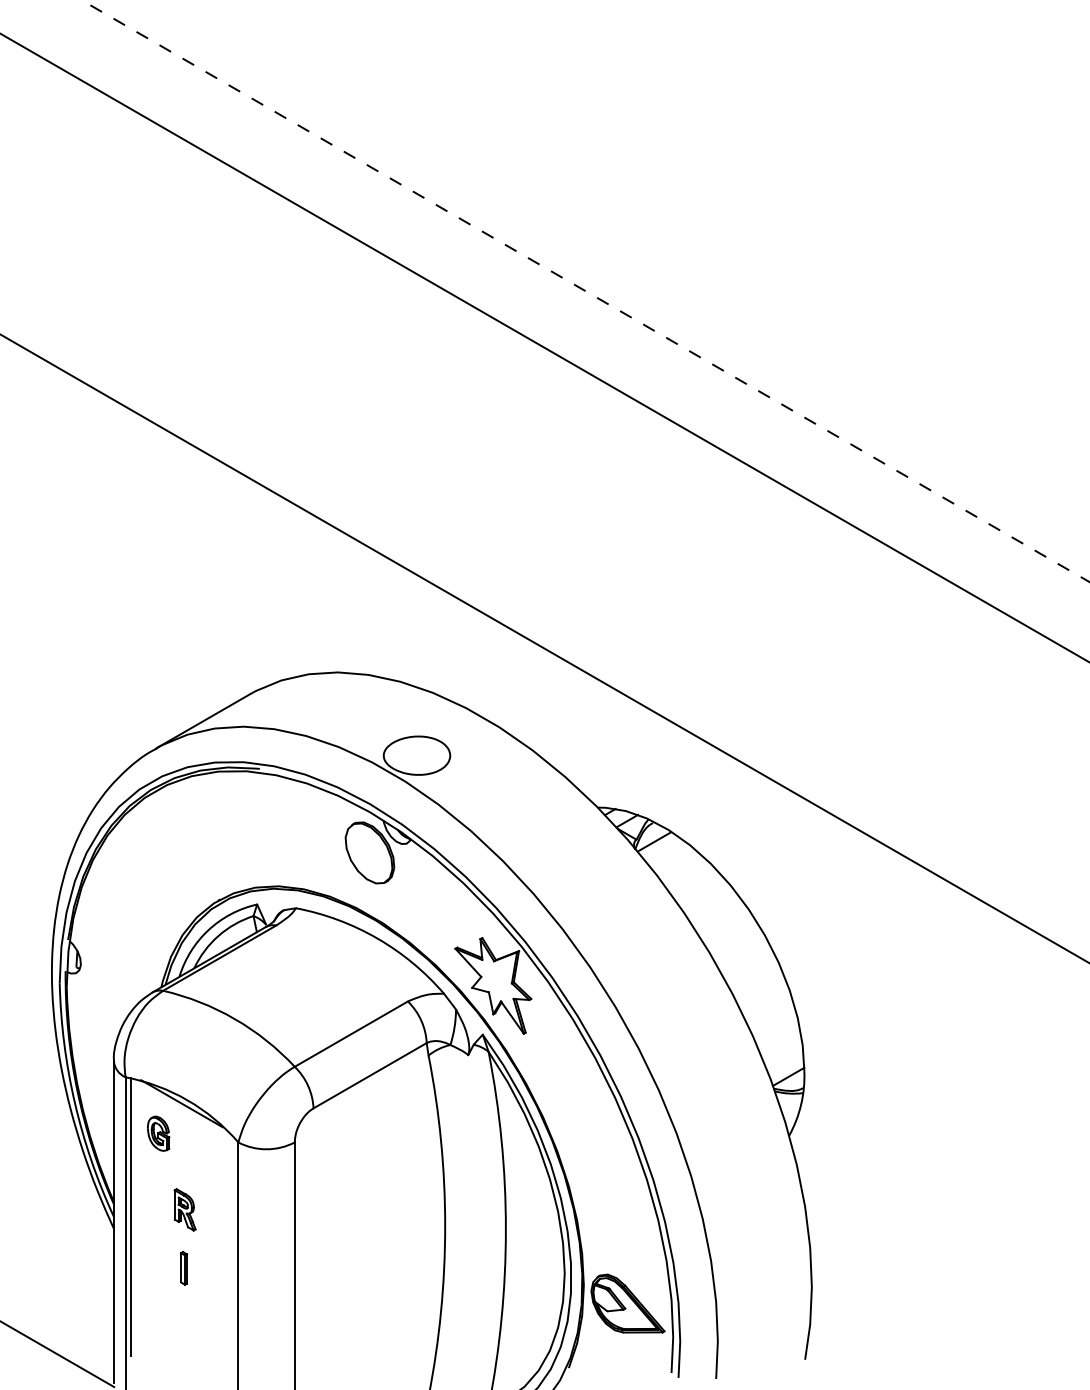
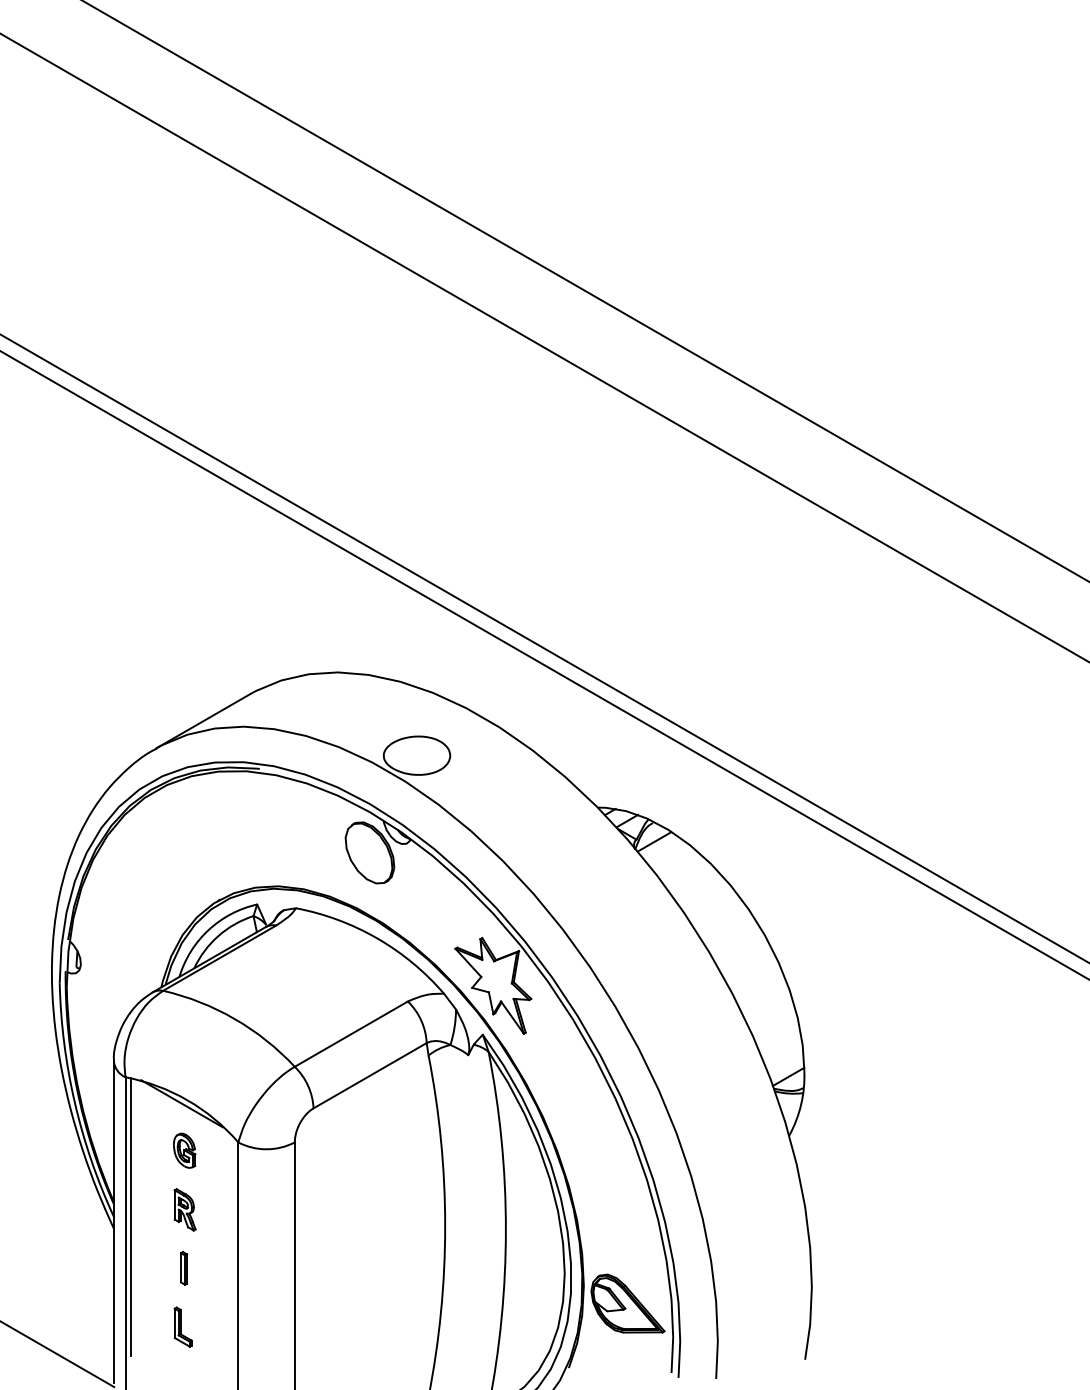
line at (585, 291): dashed -> solid
line at (544, 665): none -> present
part at (158, 1133) position: (158, 1133) -> (184, 1150)
part at (182, 1326): none -> present
